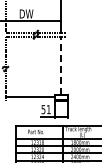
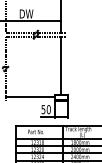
line at (61, 65): dashed -> solid
text at (48, 109): 51 -> 50
